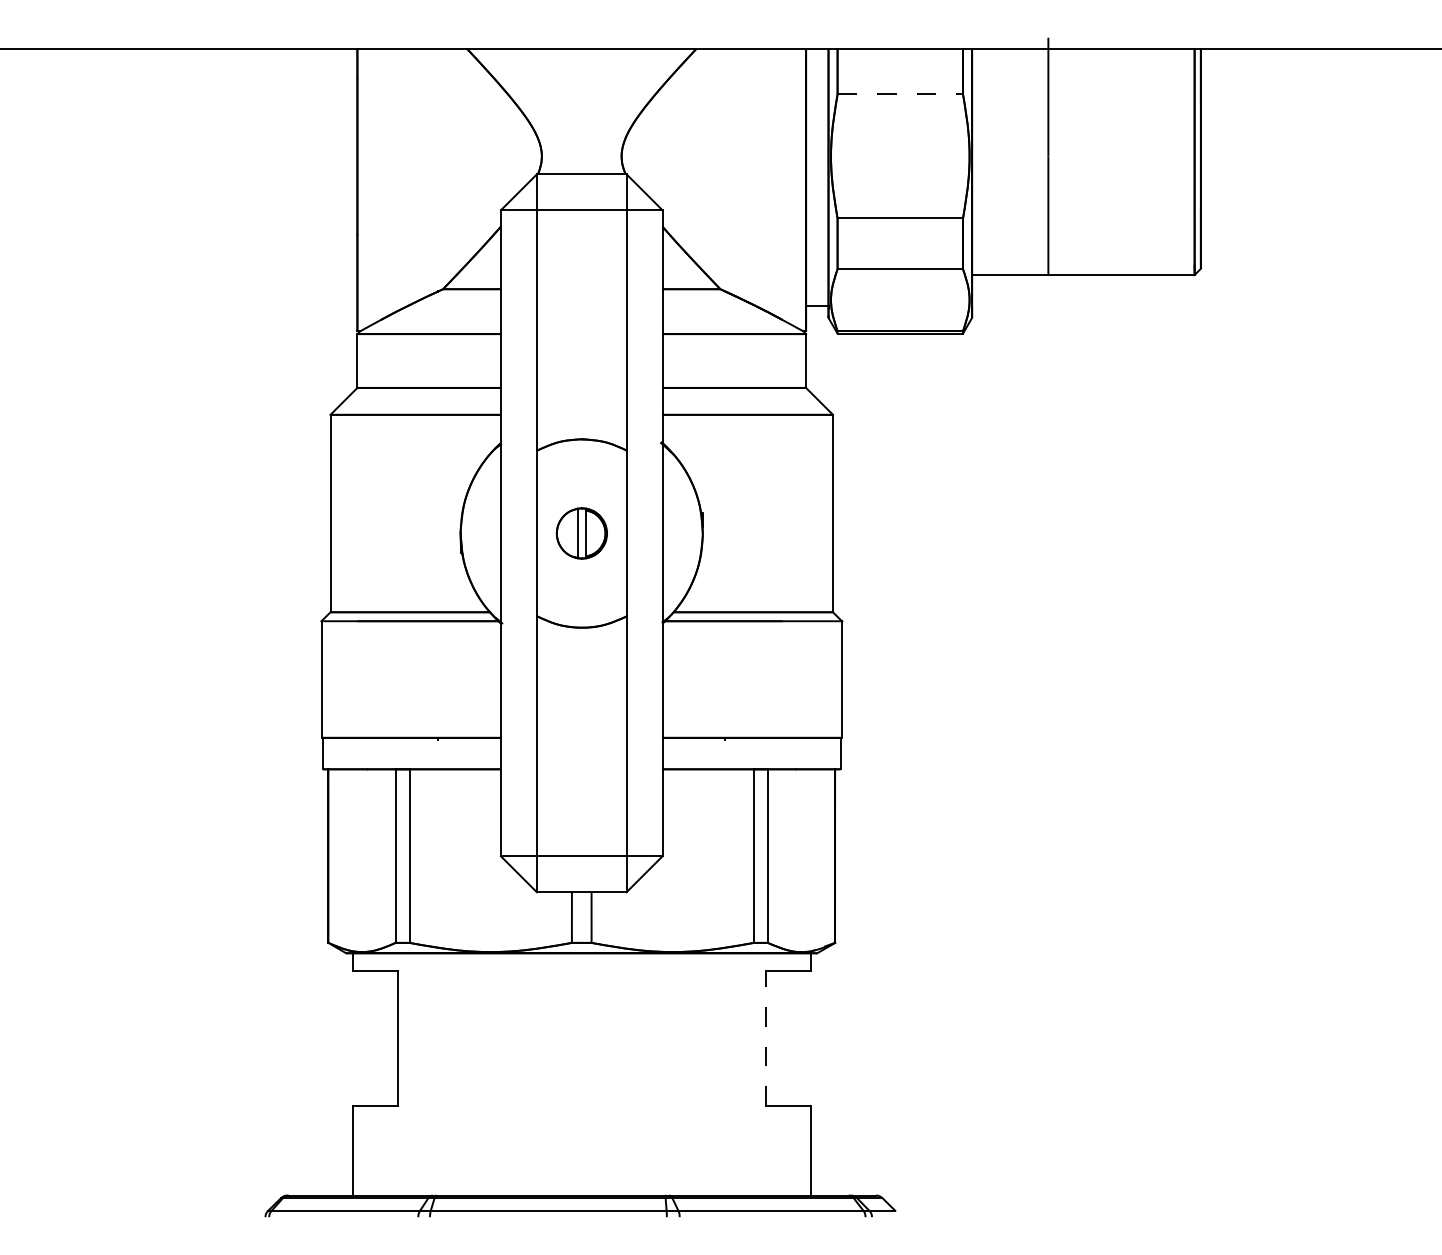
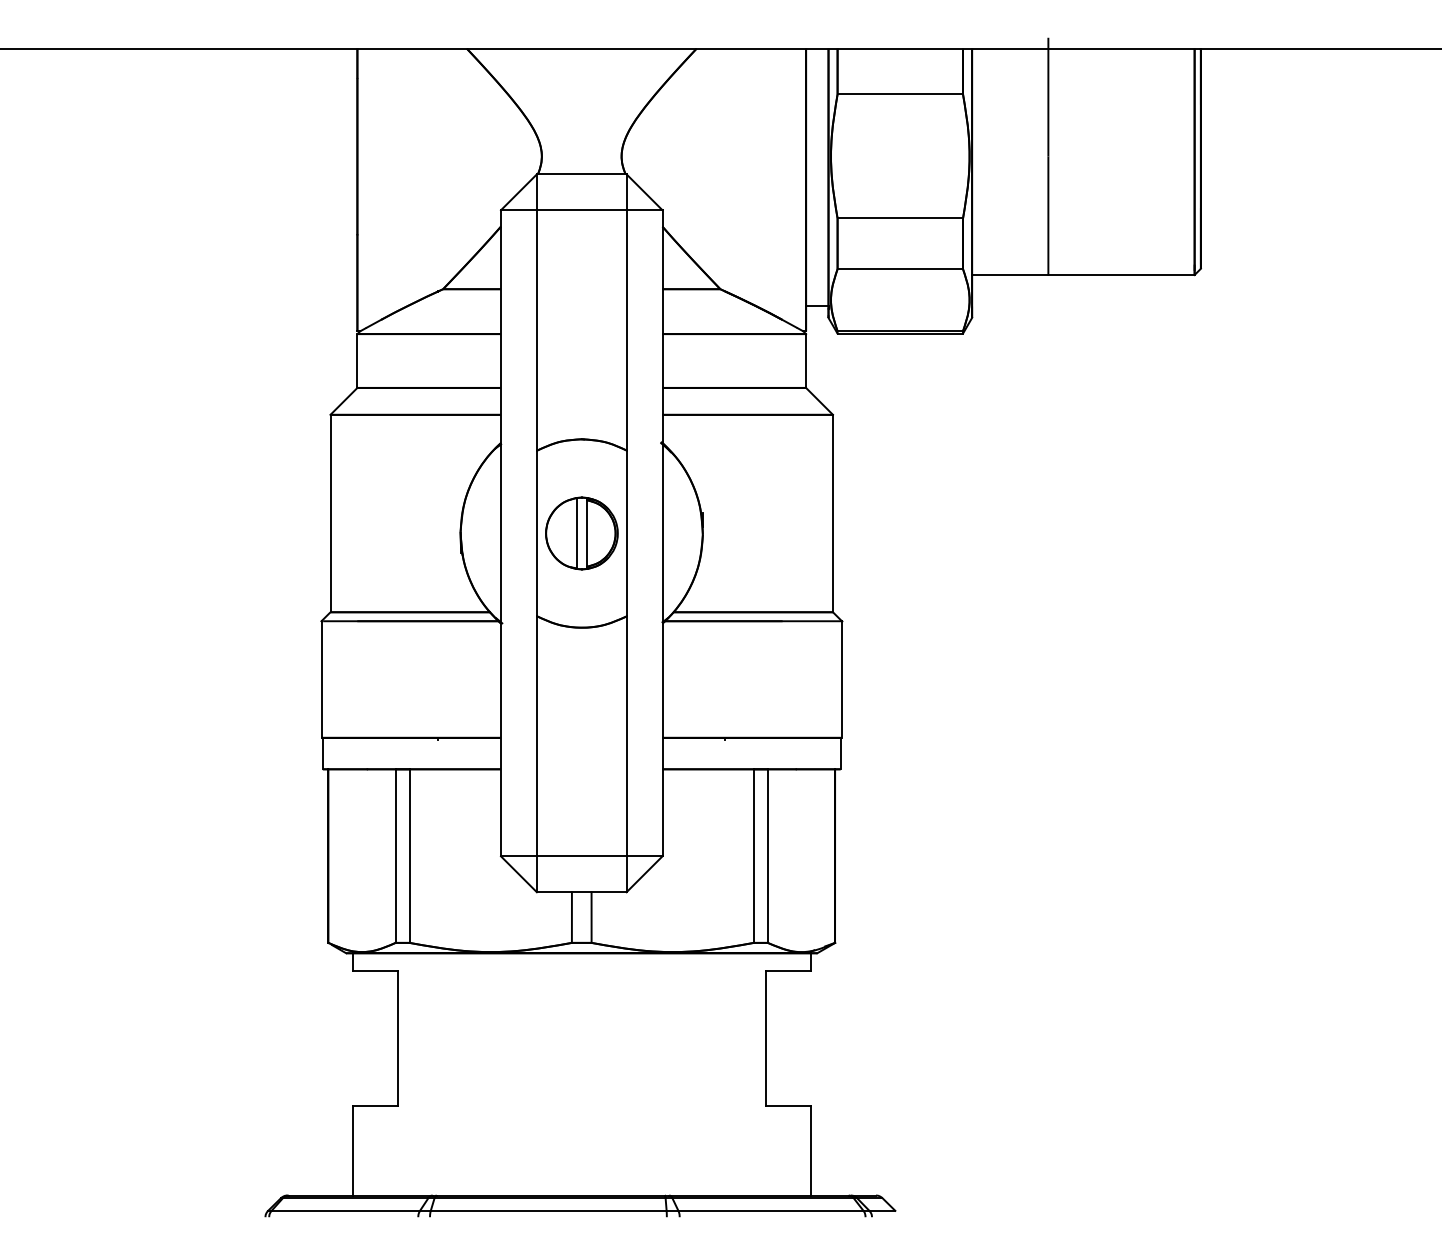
line at (900, 94): dashed -> solid
part at (581, 533) size: 53x53 px -> 74x75 px
line at (765, 1038): dashed -> solid
